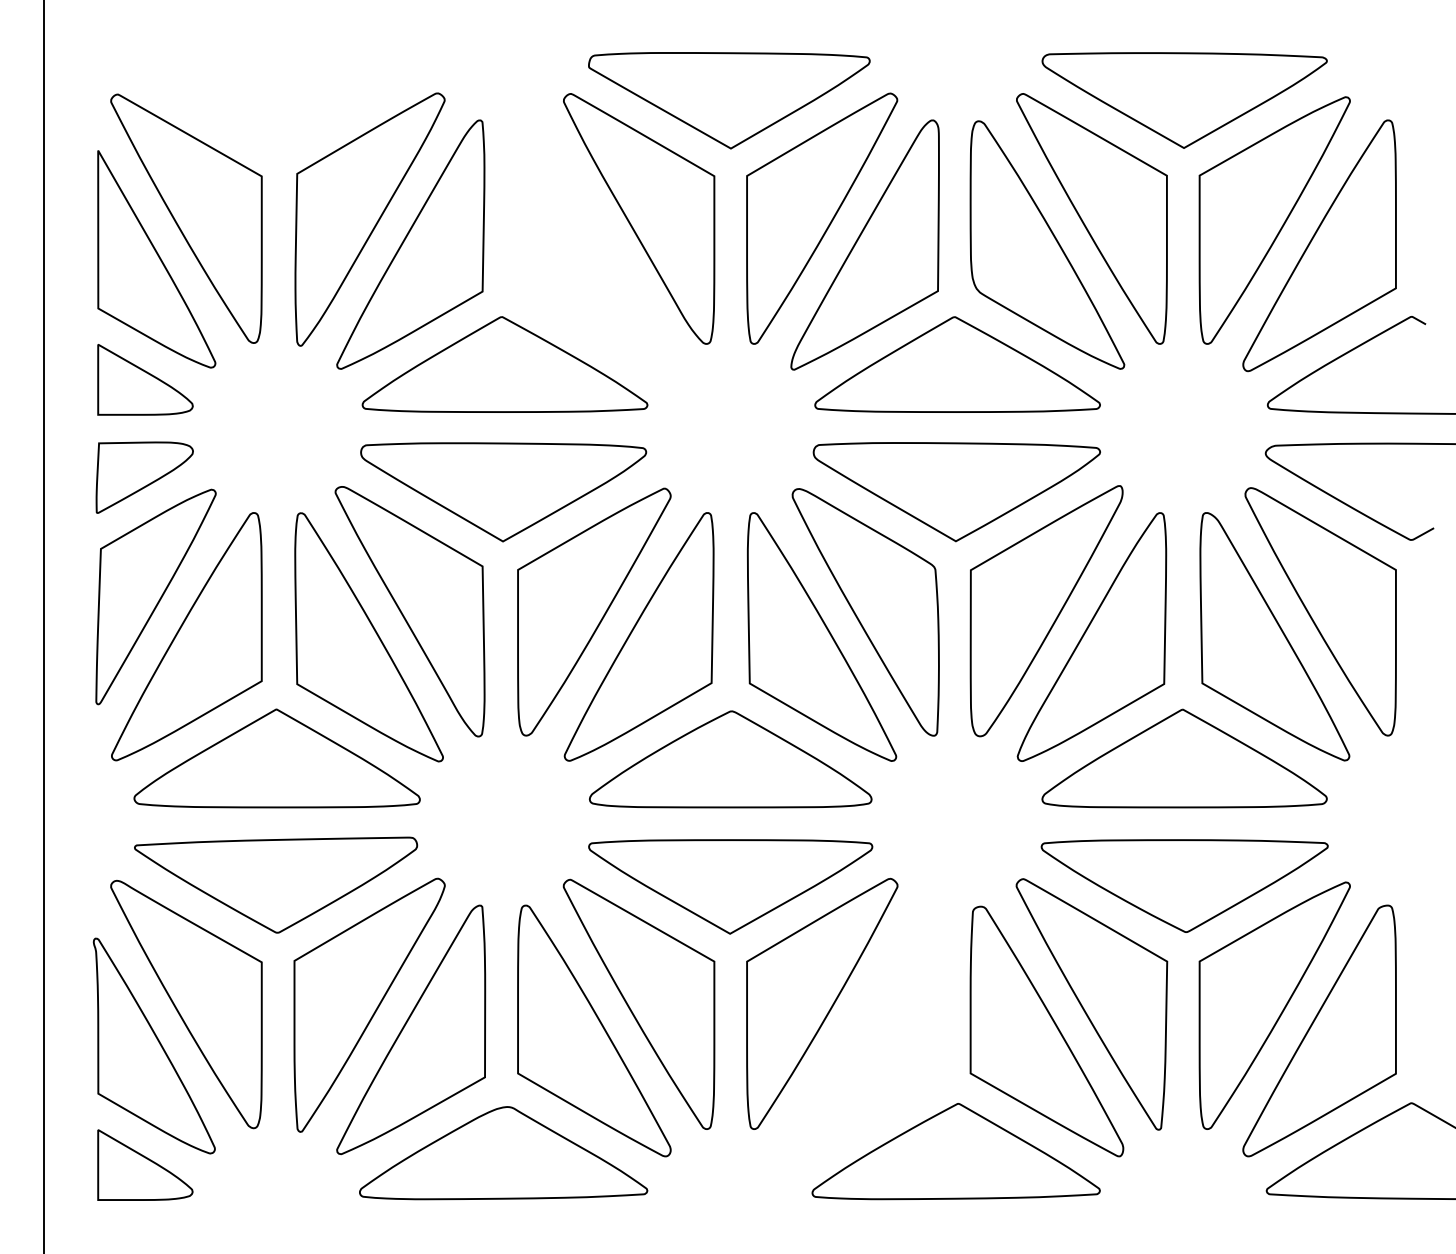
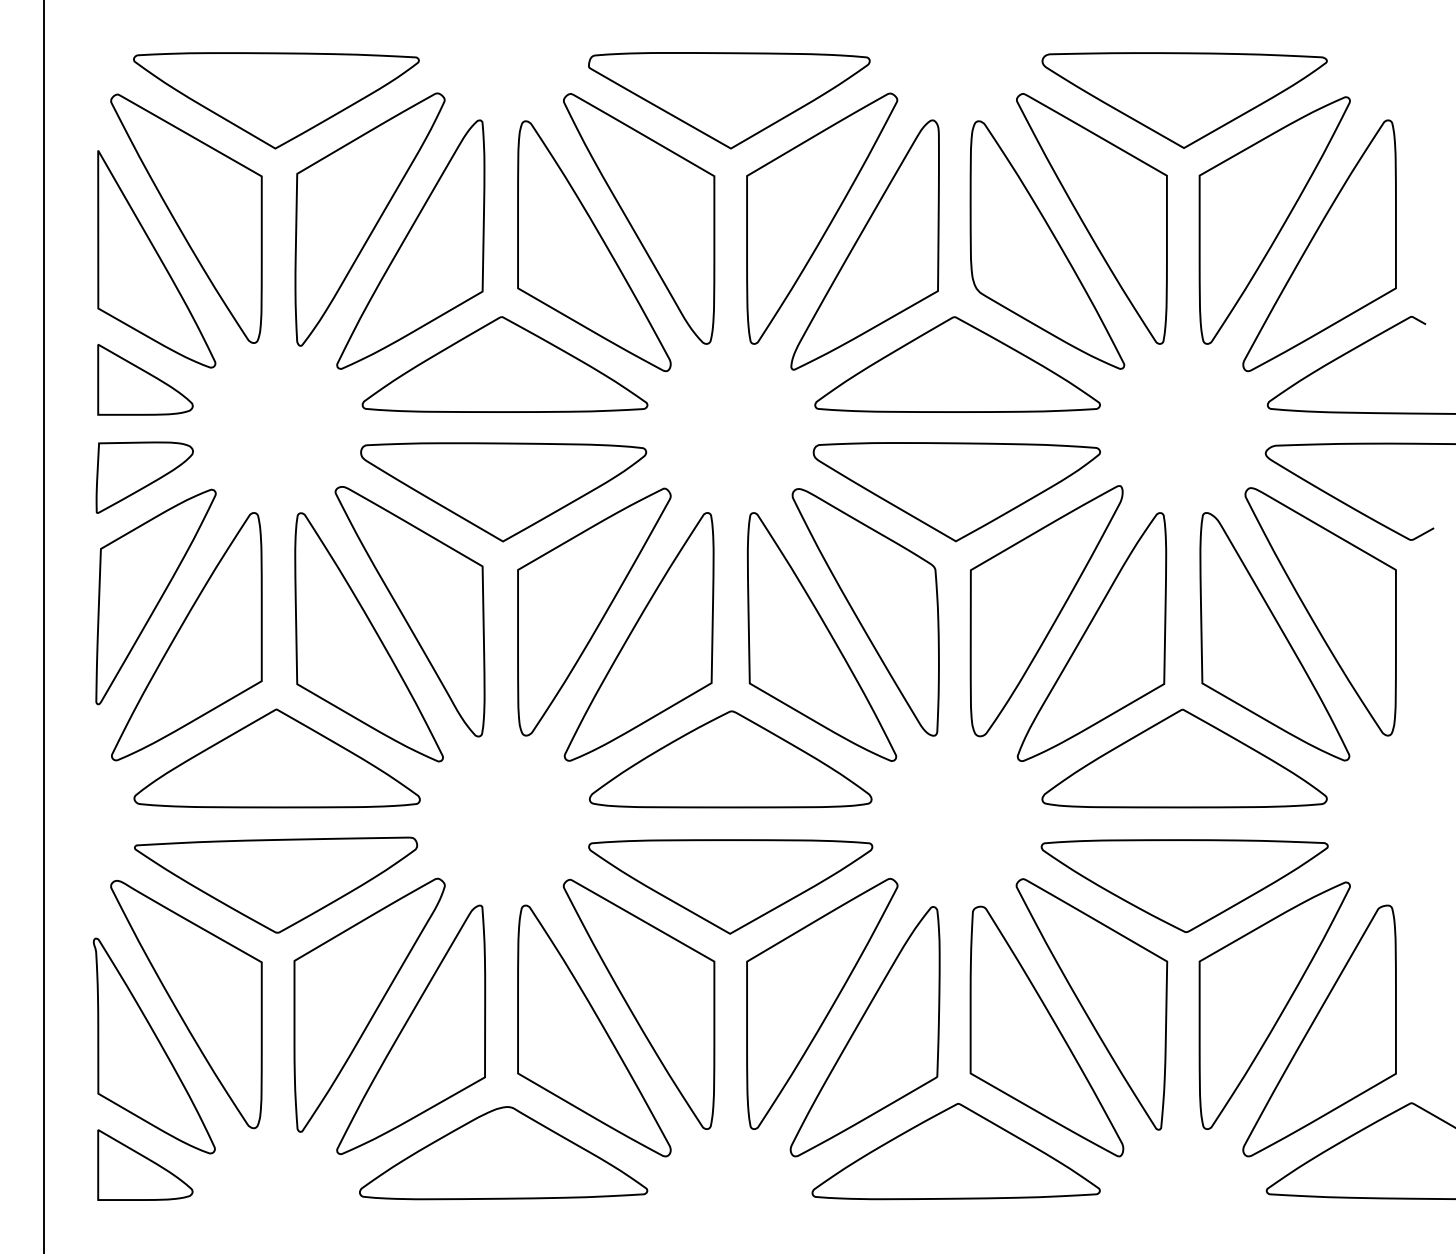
part at (276, 100): none -> present
part at (594, 246): none -> present
part at (864, 1031): none -> present
